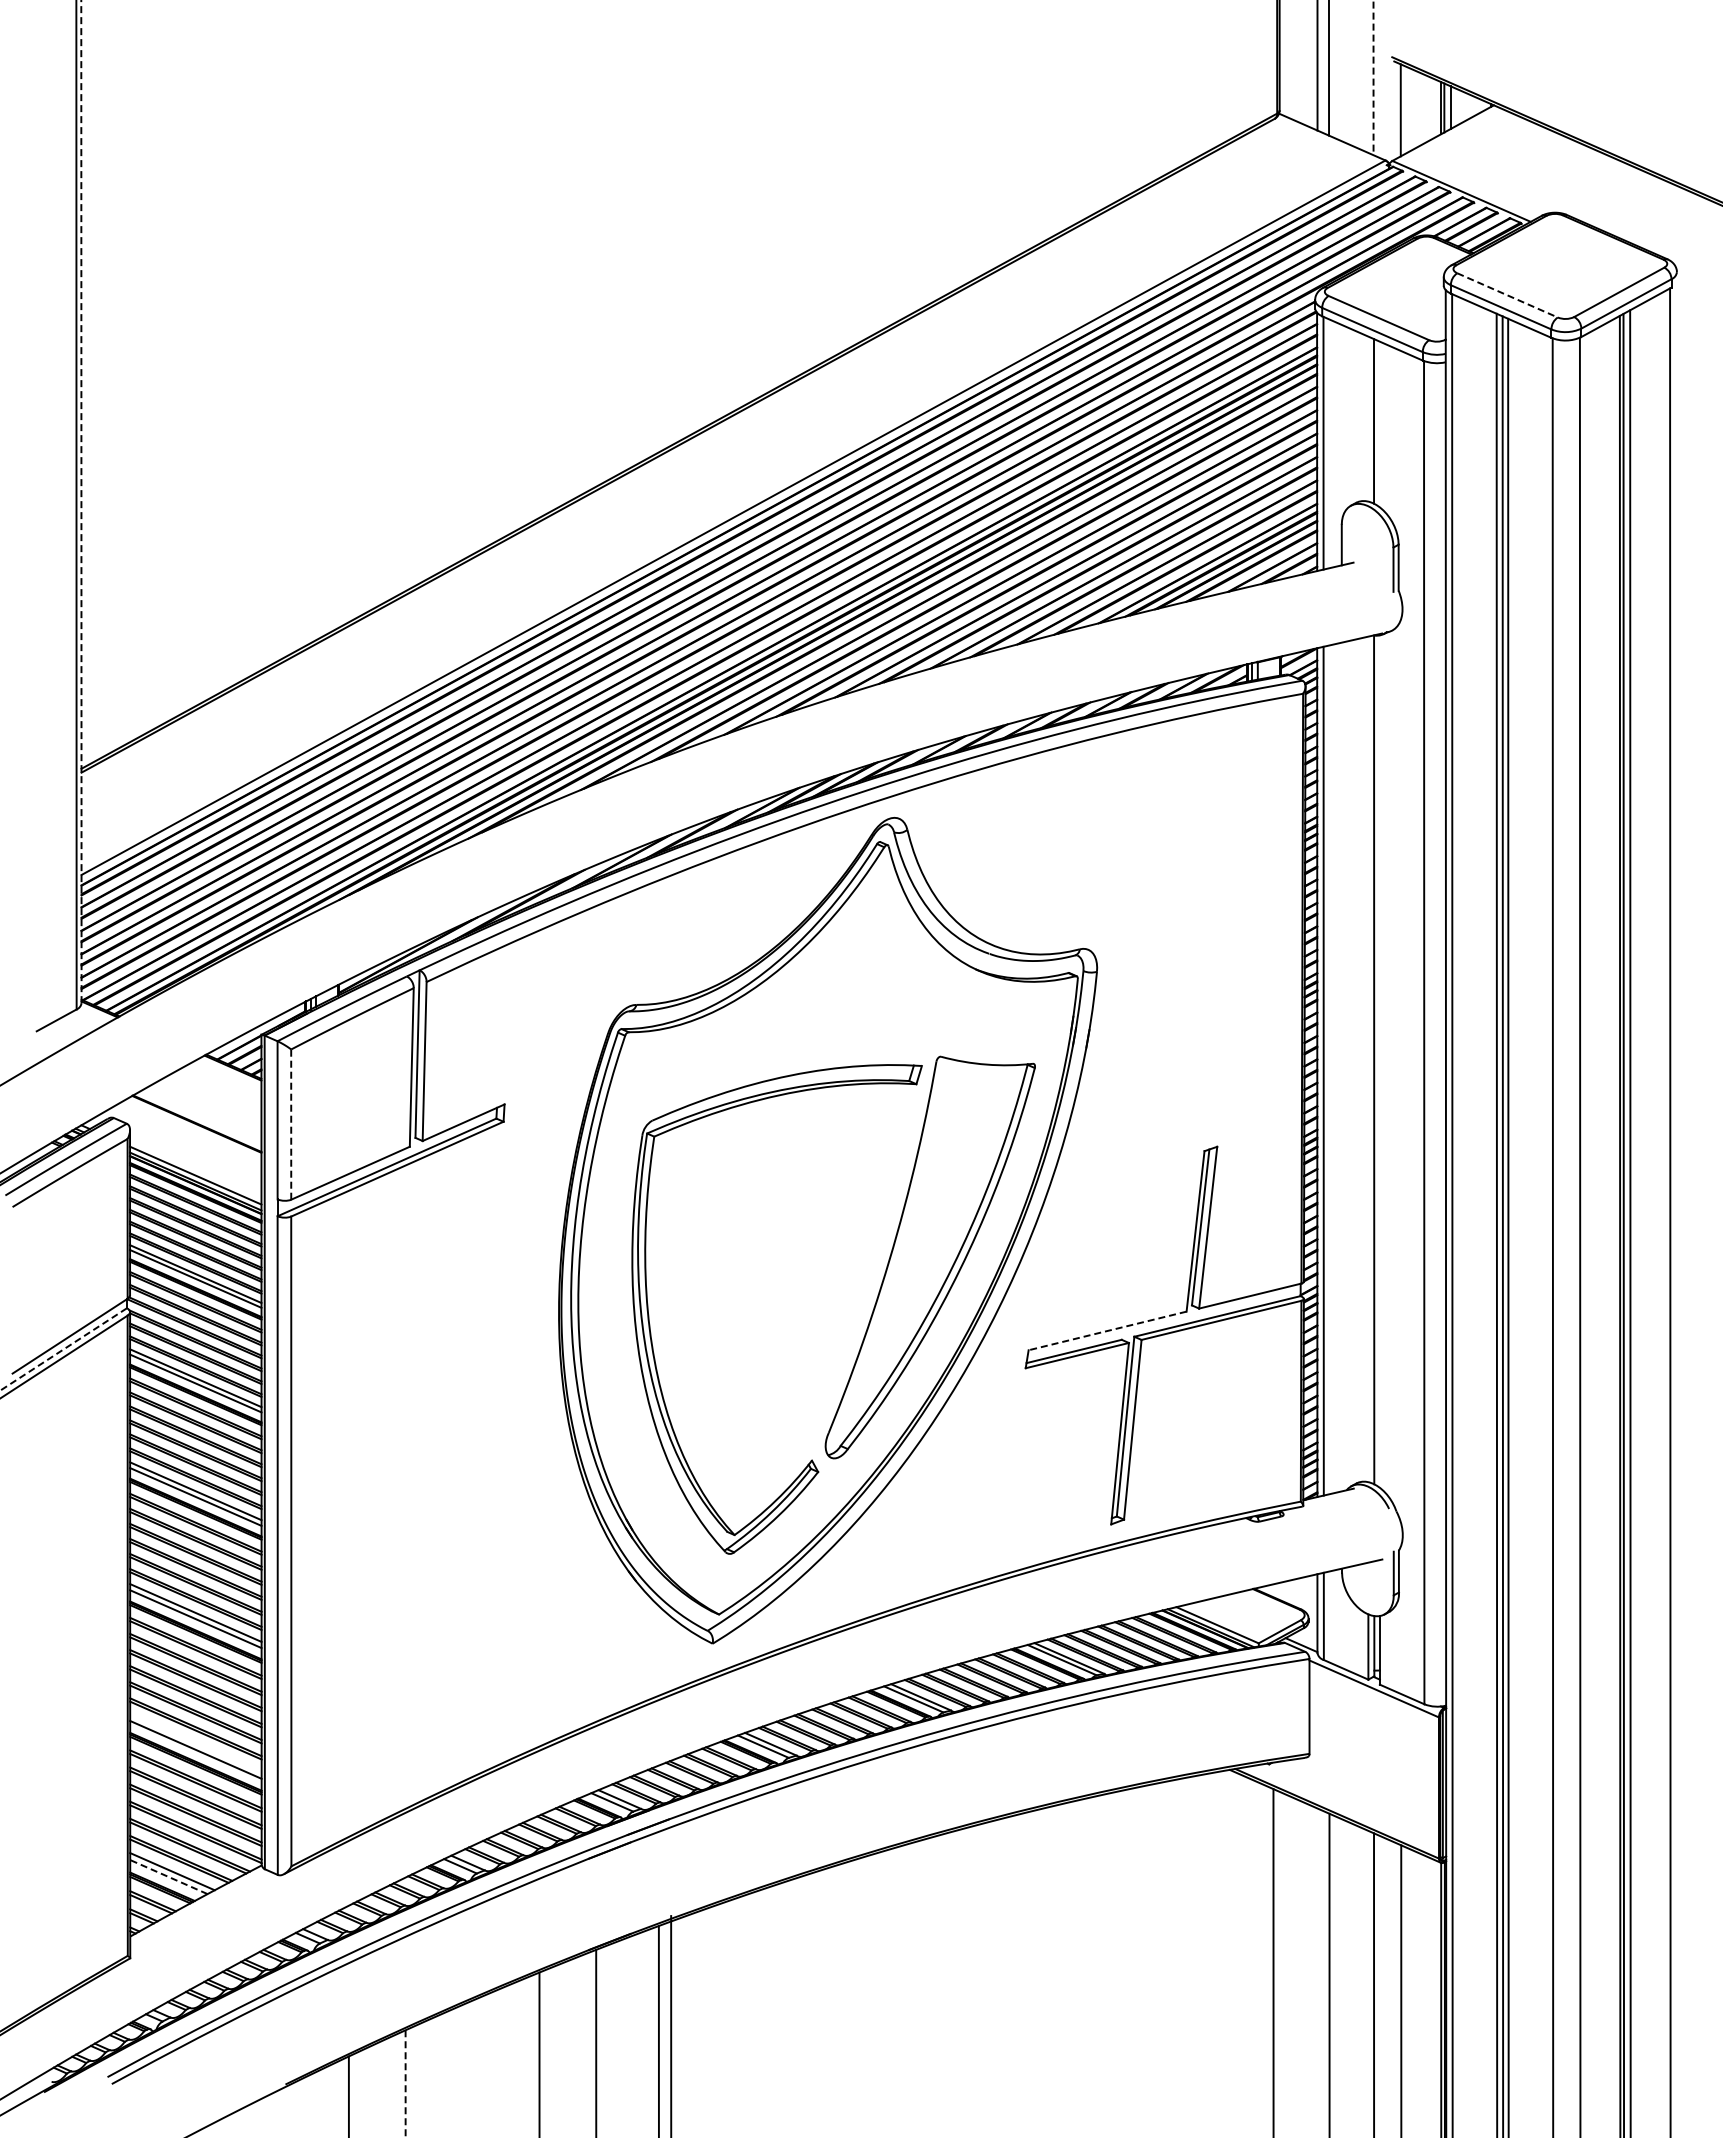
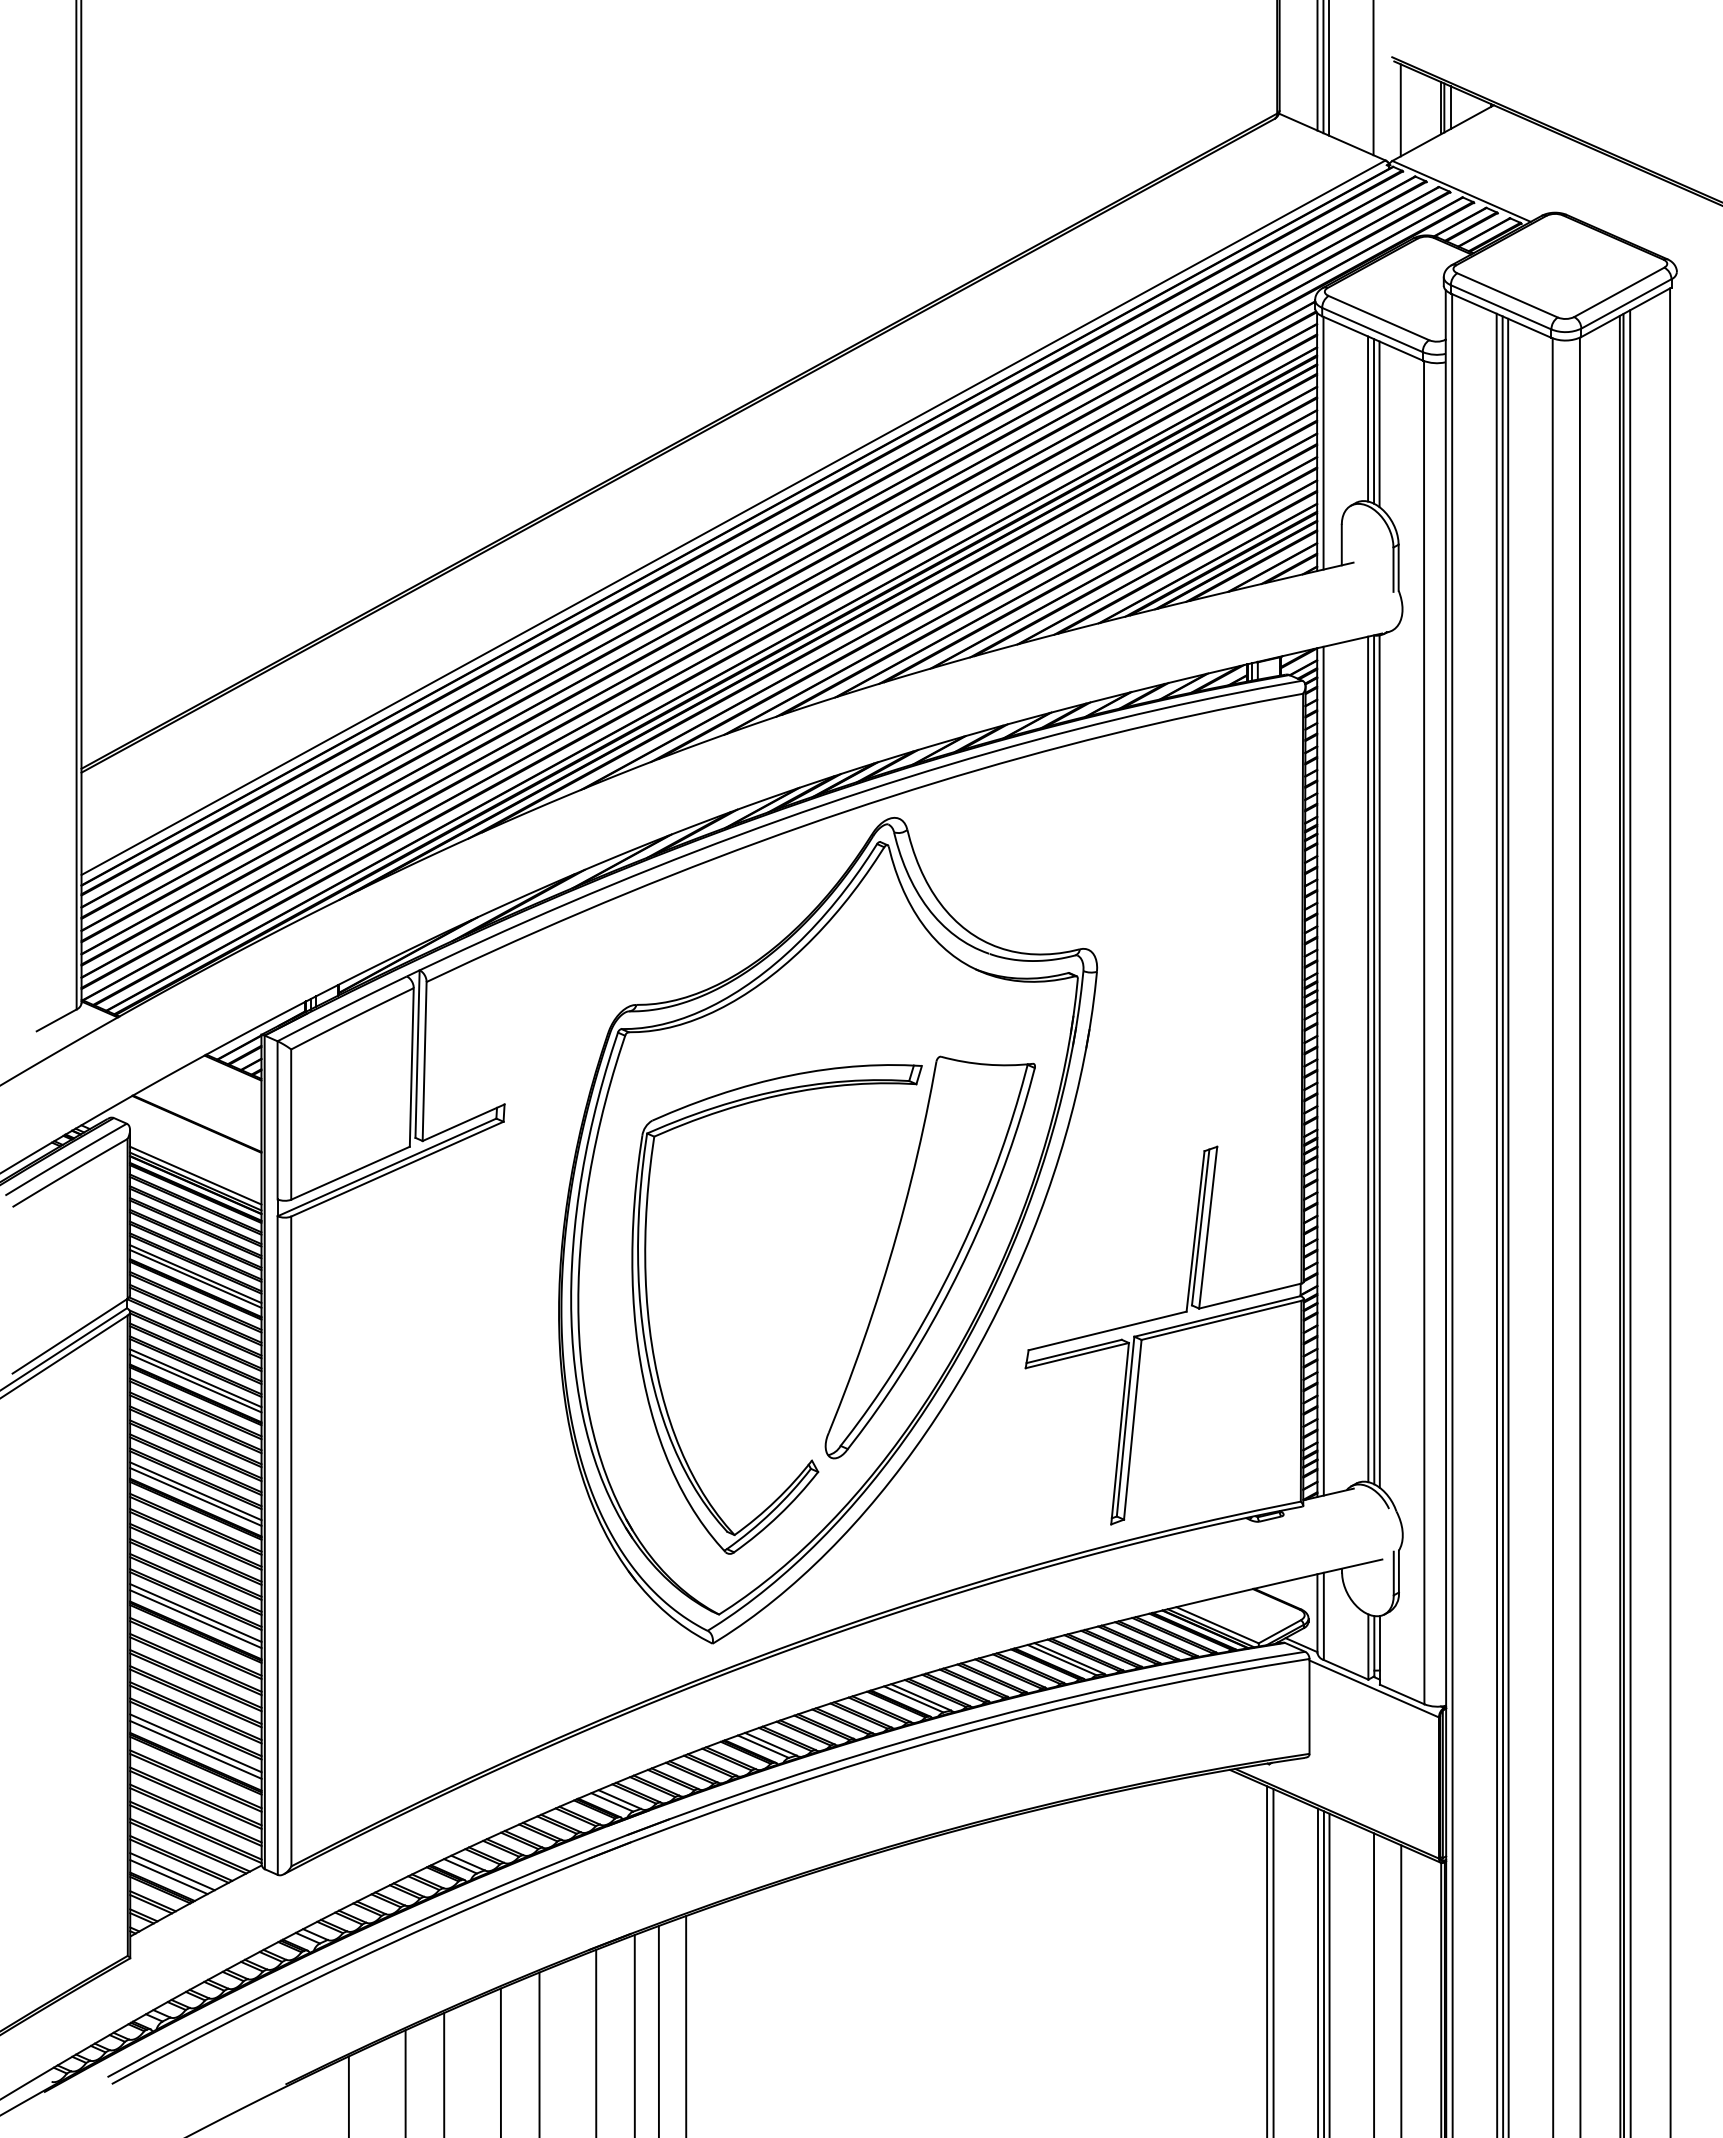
line at (1323, 67): none -> present
line at (1373, 78): dashed -> solid
line at (1507, 295): dashed -> solid
line at (1368, 418): none -> present
line at (1379, 424): none -> present
line at (81, 501): dashed -> solid
line at (1368, 1059): none -> present
line at (1379, 1061): none -> present
line at (291, 1124): dashed -> solid
line at (1107, 1331): dashed -> solid
line at (63, 1349): dashed -> solid
line at (195, 1743): none -> present
line at (168, 1876): dashed -> solid
line at (1267, 1960): none -> present
line at (1317, 1971): none -> present
line at (1323, 1972): none -> present
line at (671, 2025) position: (671, 2025) -> (686, 2025)
line at (634, 2034): none -> present
line at (500, 2061): none -> present
line at (444, 2073): none -> present
line at (405, 2084): dashed -> solid
